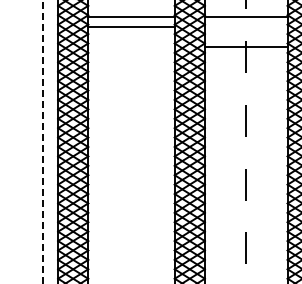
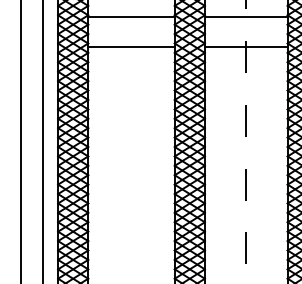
line at (131, 27) position: (131, 27) -> (131, 47)
line at (20, 141): none -> present
line at (43, 142): dashed -> solid
